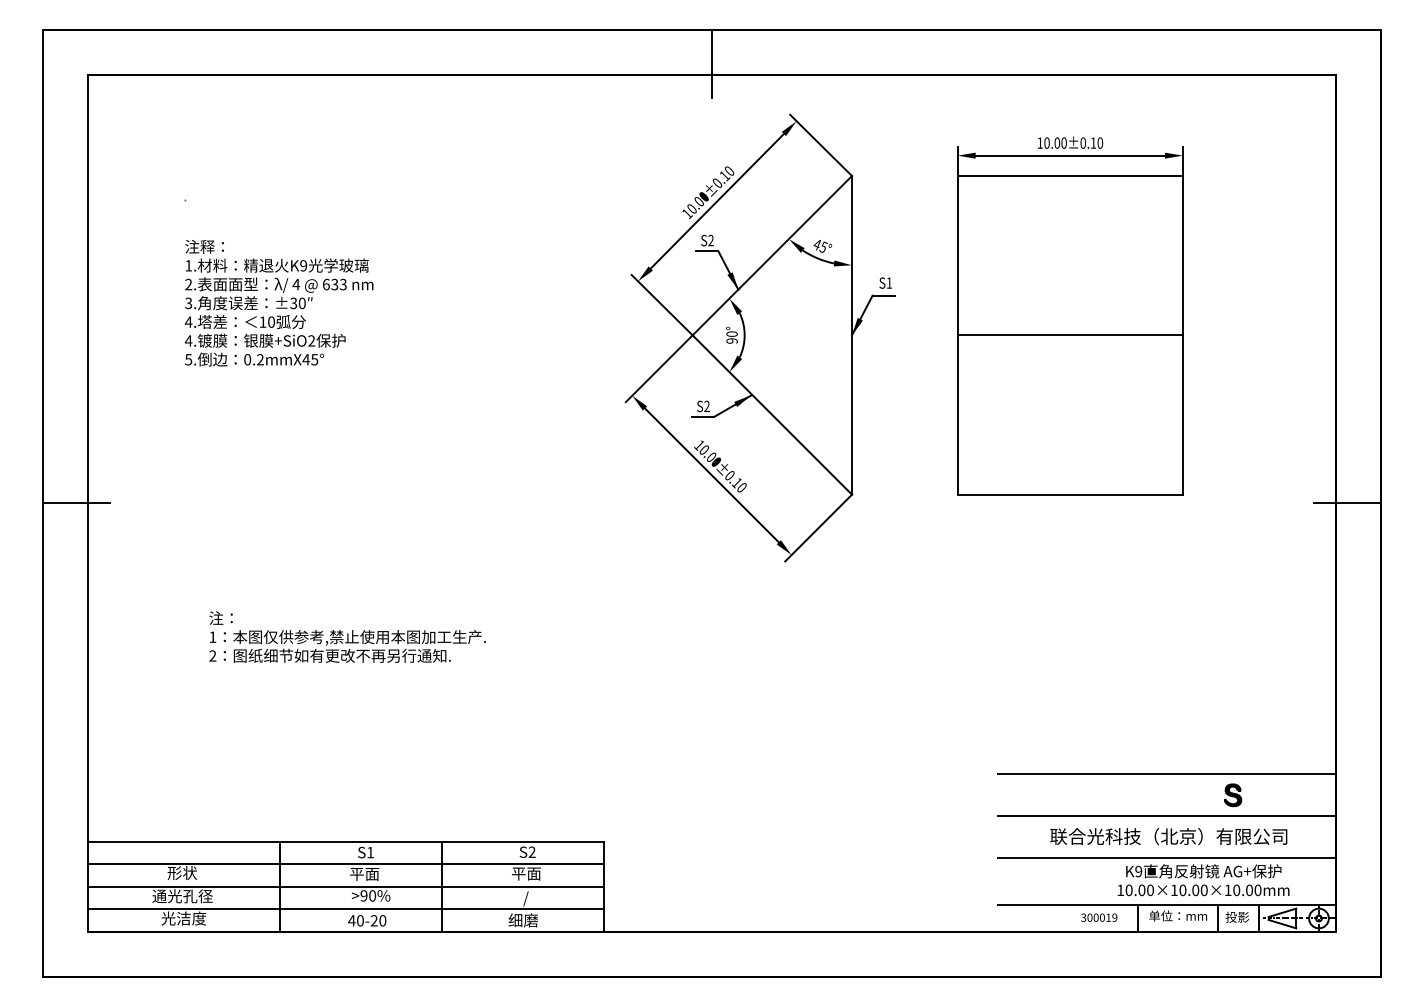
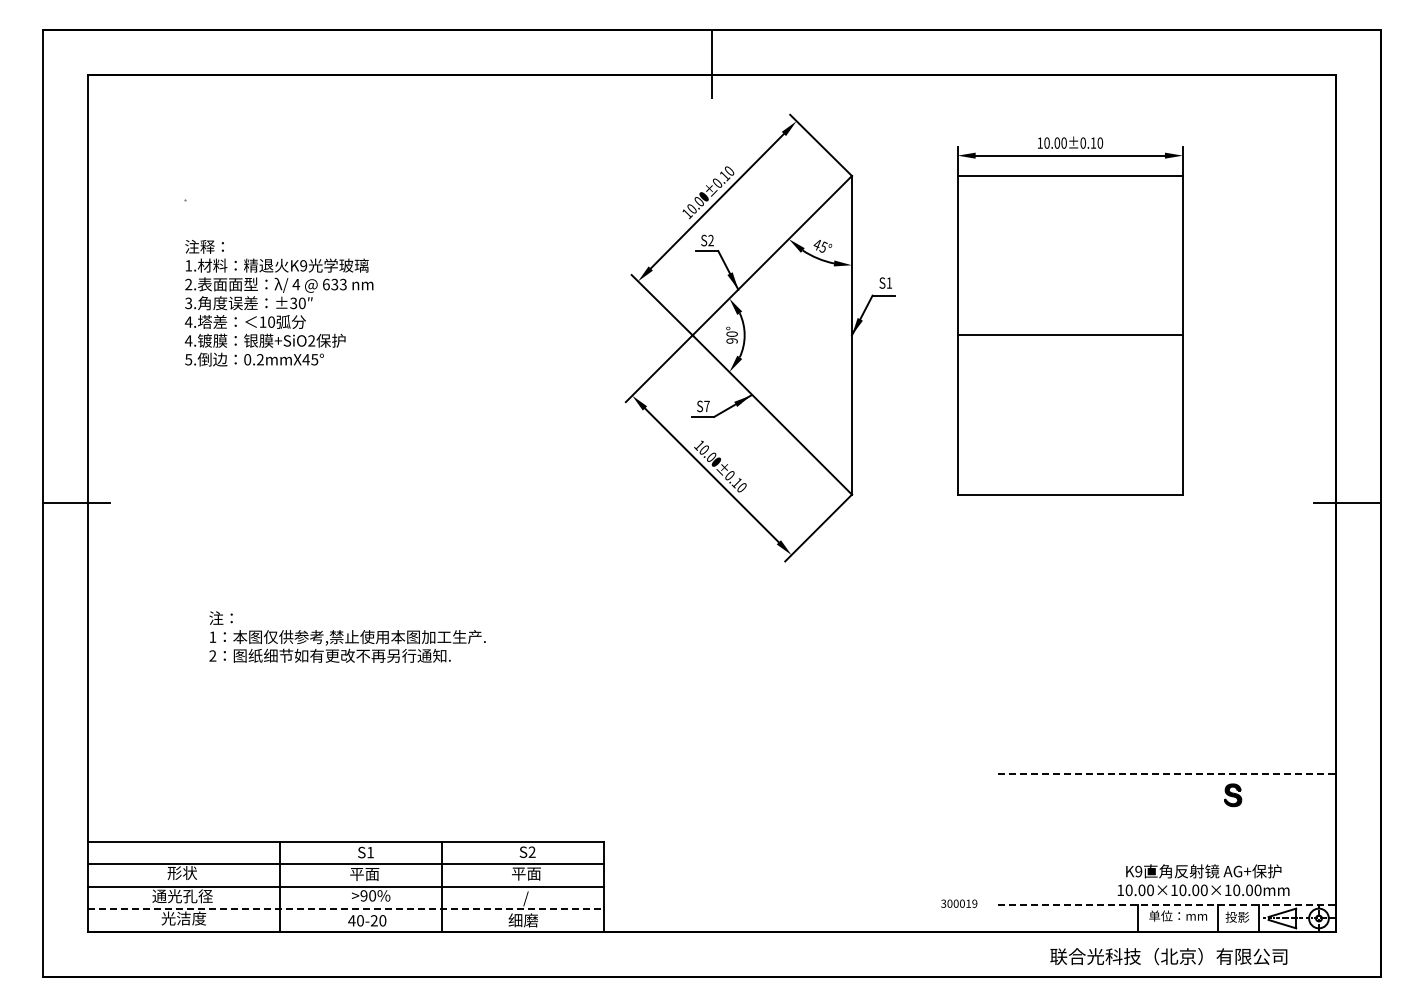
text at (706, 405): S2 -> S7
line at (1167, 773): solid -> dashed
line at (1167, 815): present -> none
text at (1168, 836) position: (1168, 836) -> (1168, 956)
line at (1167, 858): present -> none
line at (1167, 905): solid -> dashed
line at (346, 909): solid -> dashed
text at (1099, 917) position: (1099, 917) -> (959, 903)
